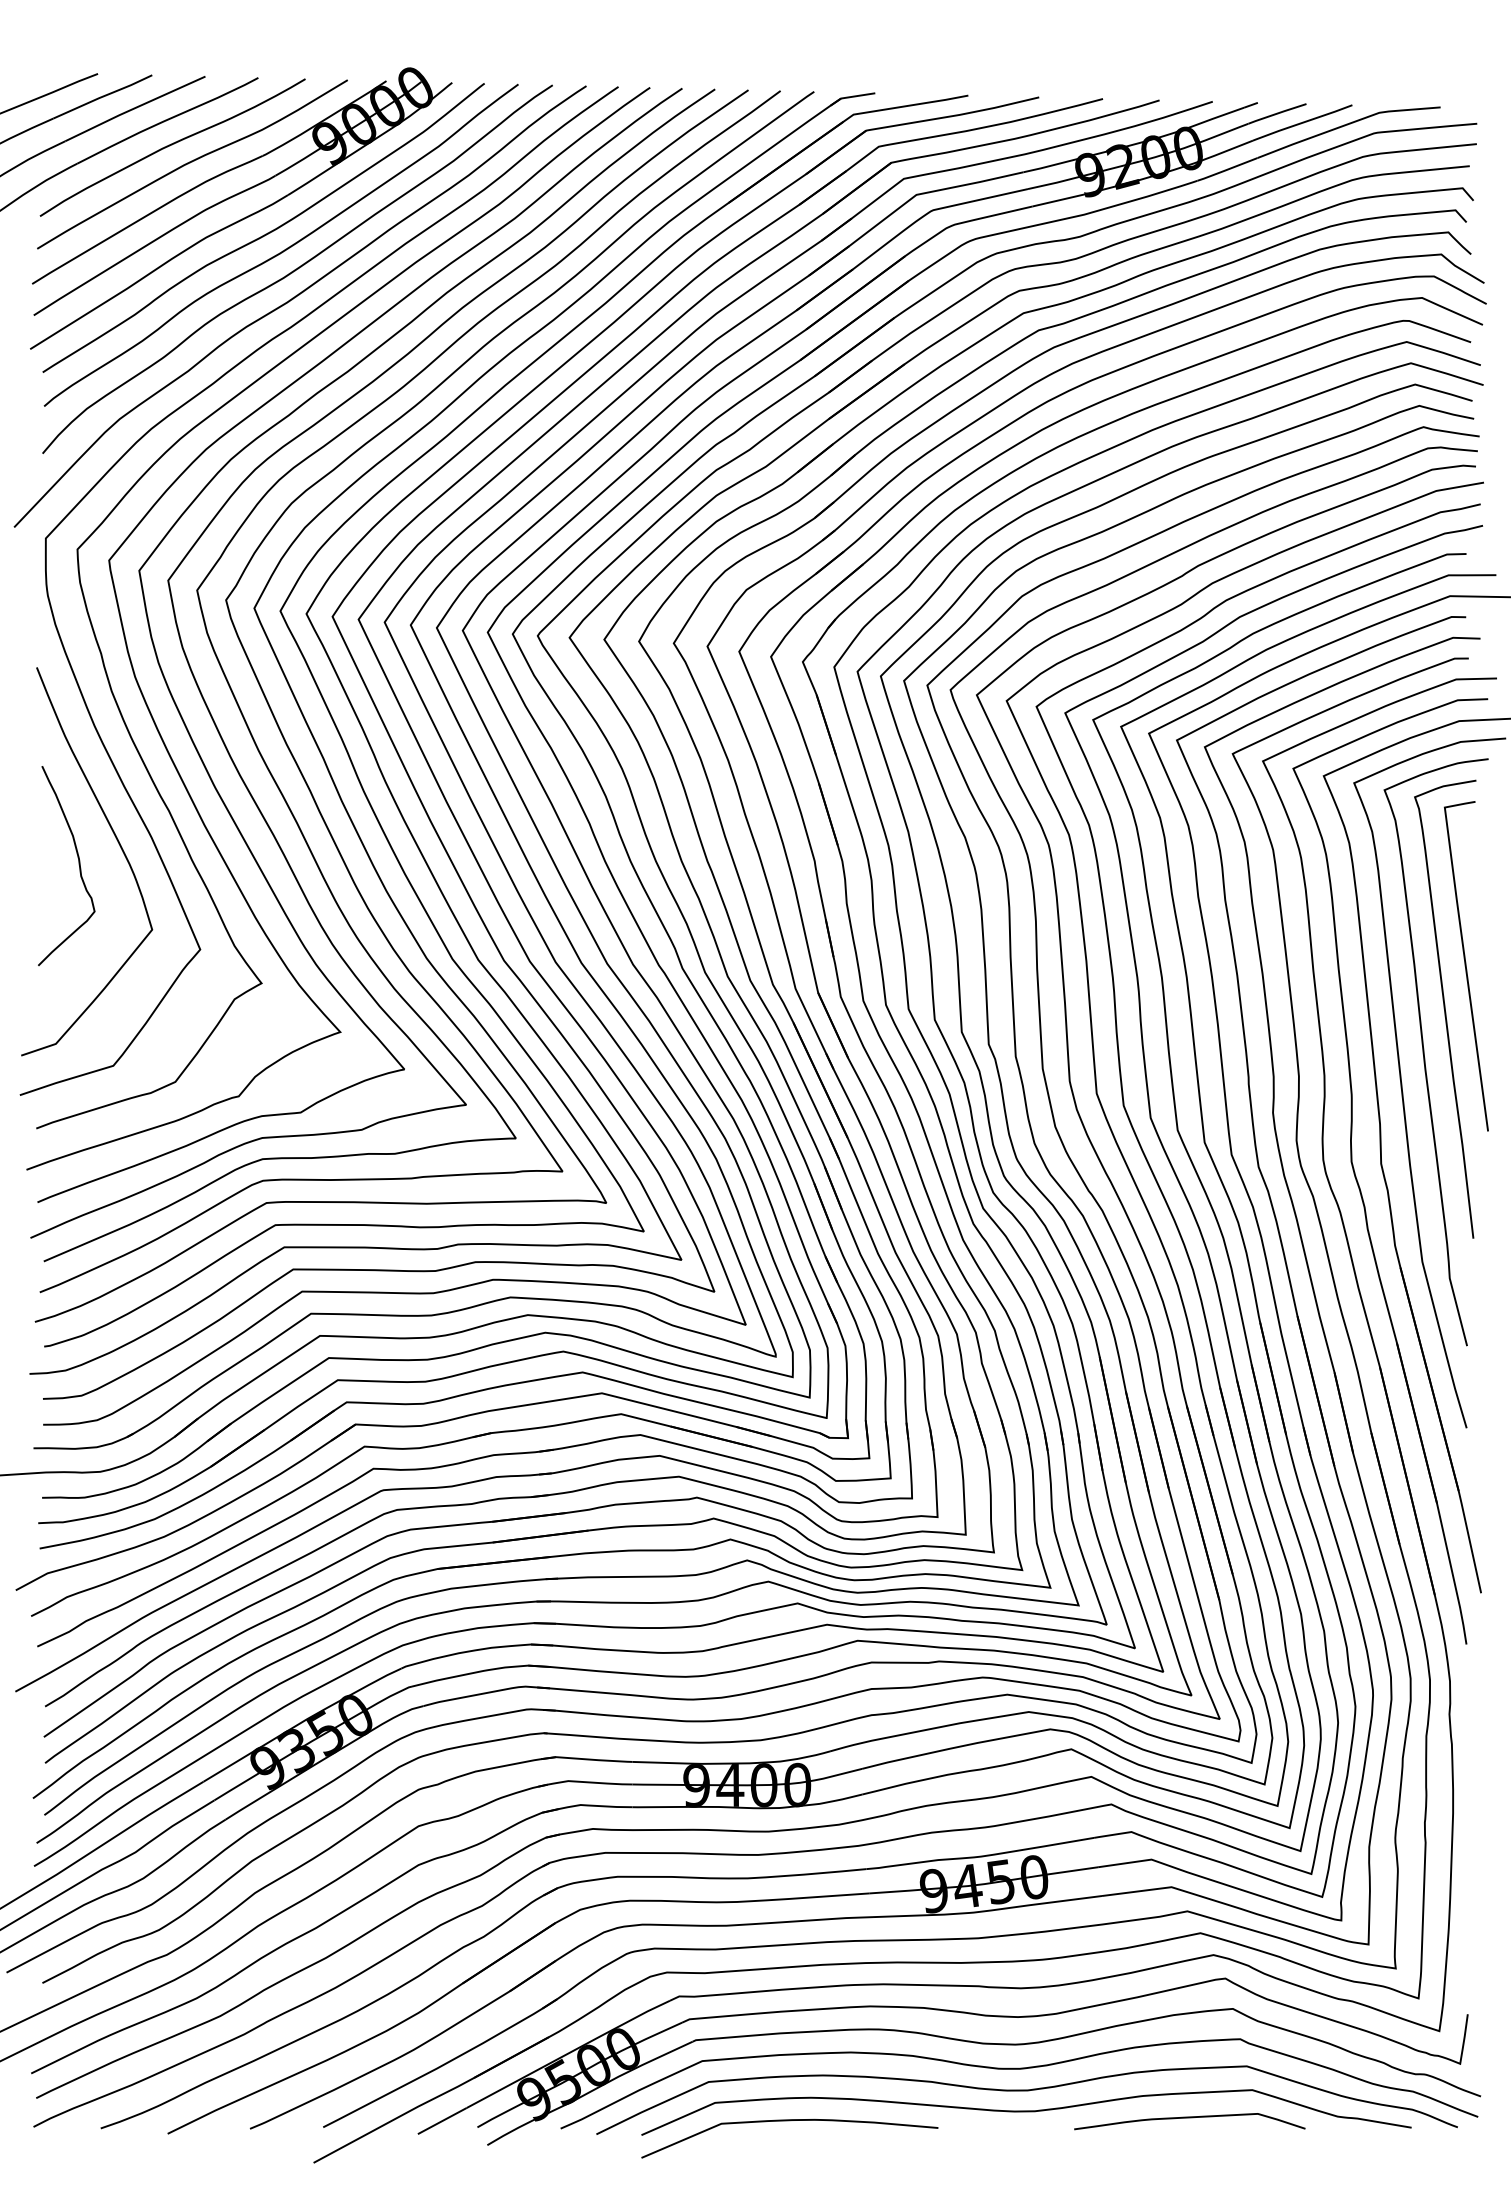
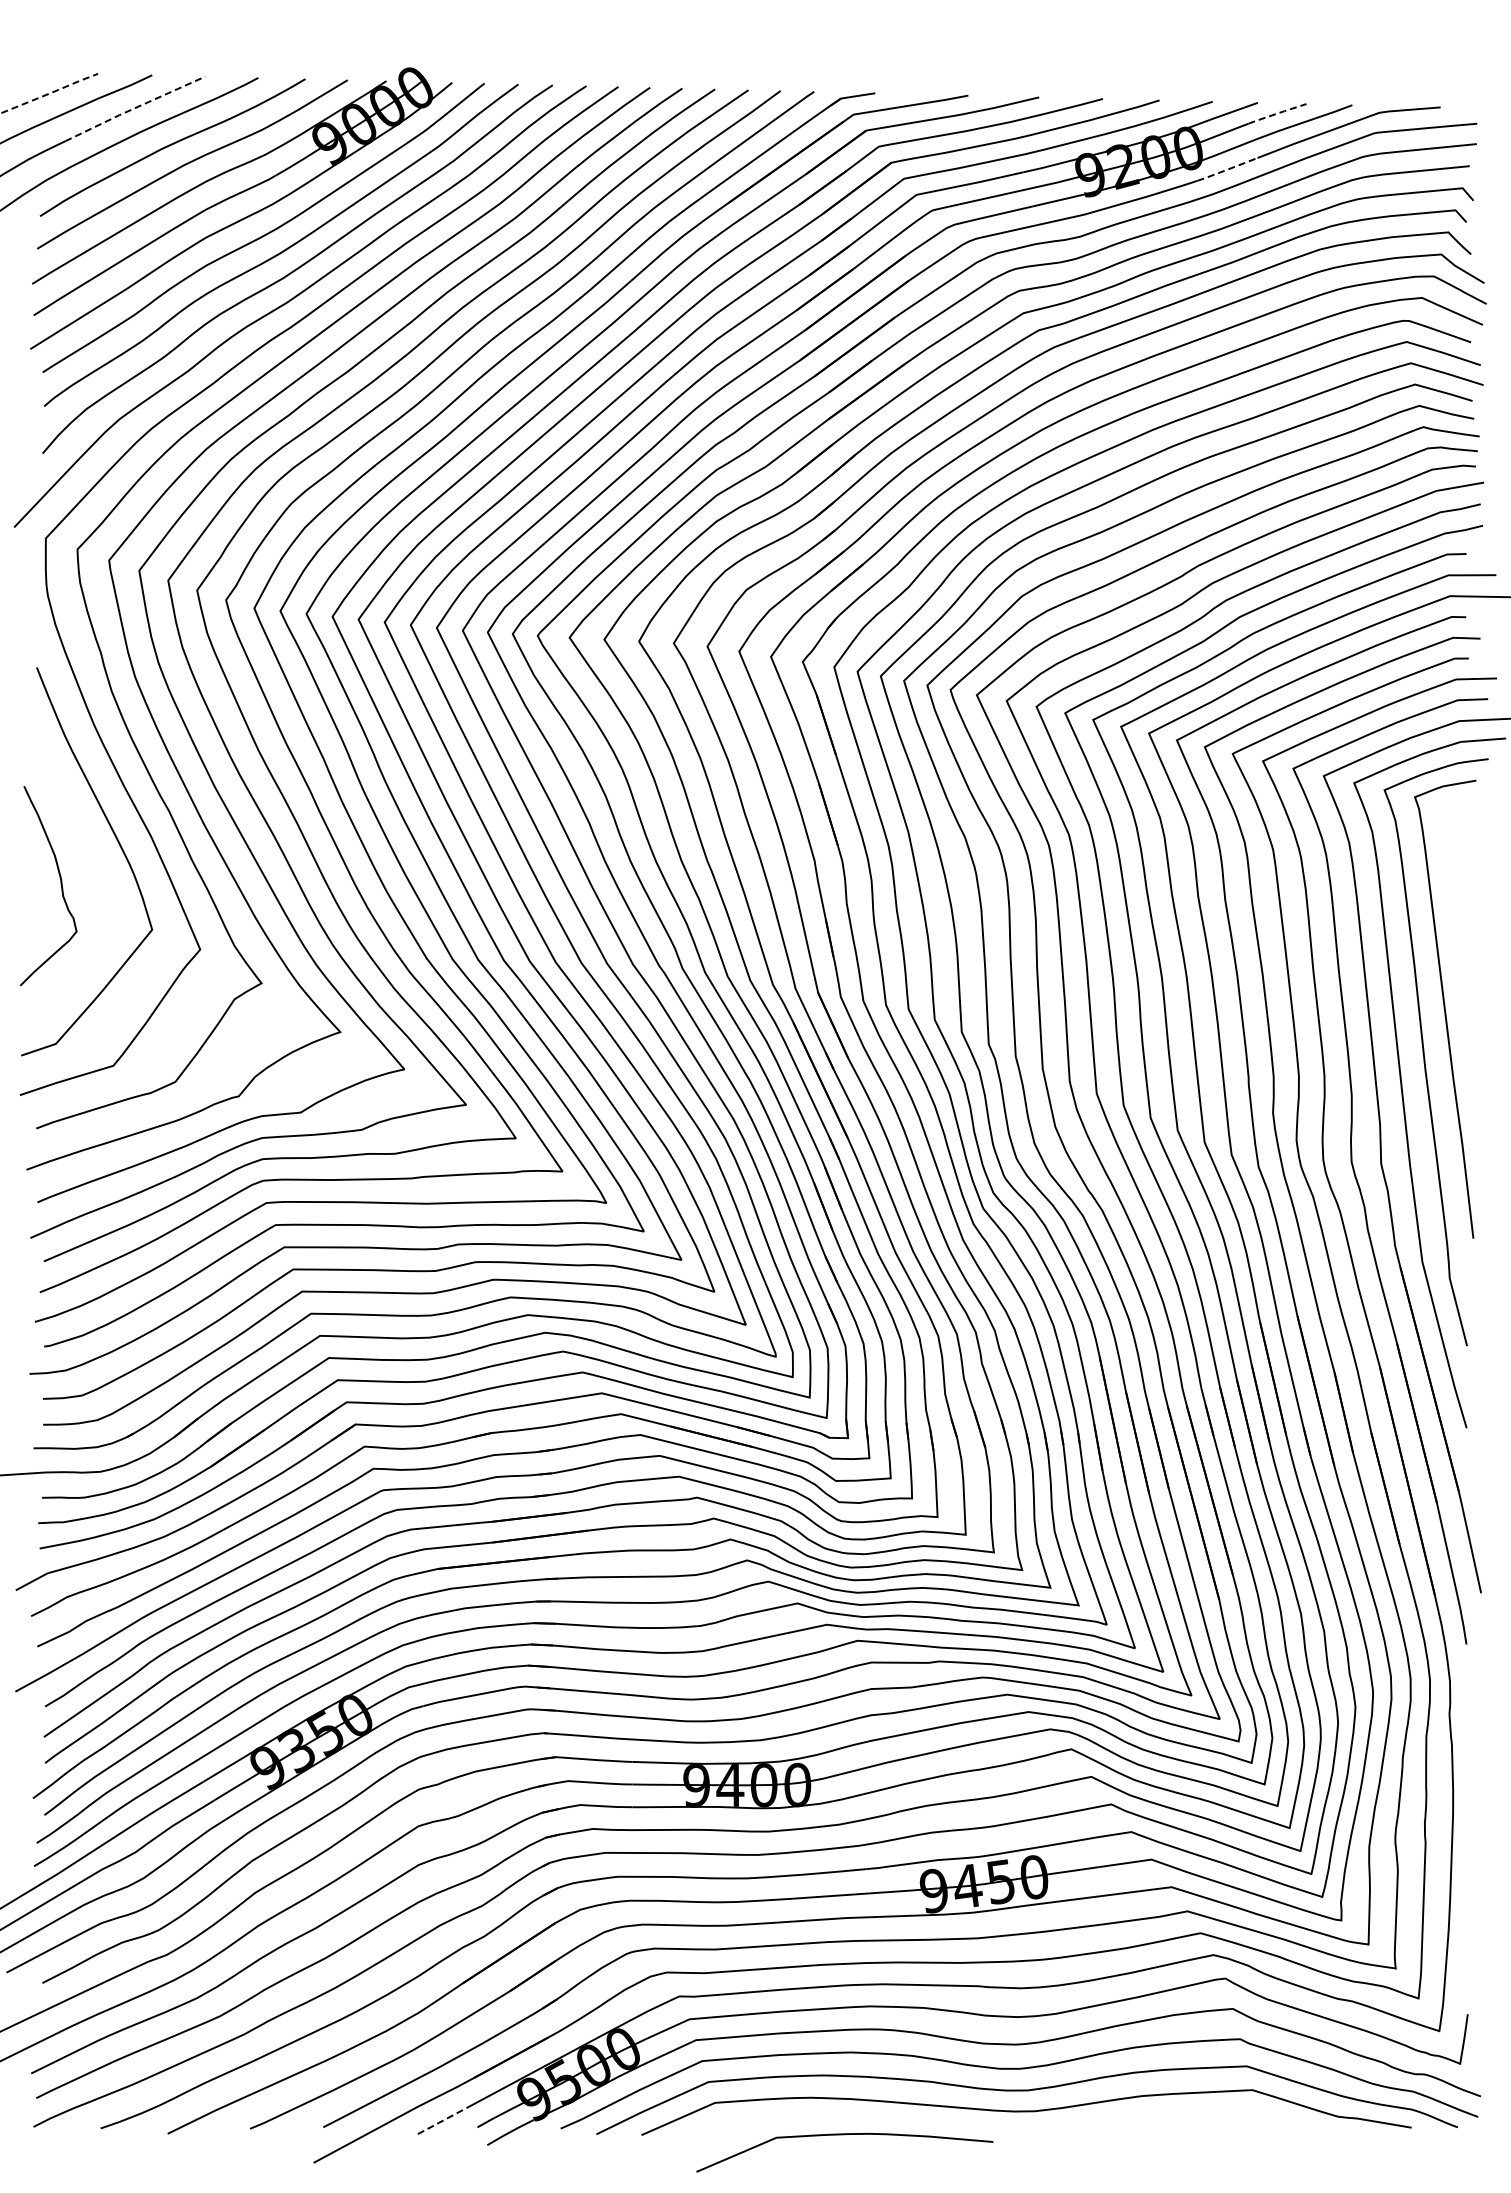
line at (50, 93): solid -> dashed
line at (134, 108): solid -> dashed
line at (1277, 113): solid -> dashed
line at (1226, 170): solid -> dashed
curve at (78, 864) position: (78, 864) -> (60, 884)
curve at (1465, 966): present -> none
curve at (1189, 2118): present -> none
line at (442, 2121): solid -> dashed
curve at (789, 2121) position: (789, 2121) -> (844, 2135)
